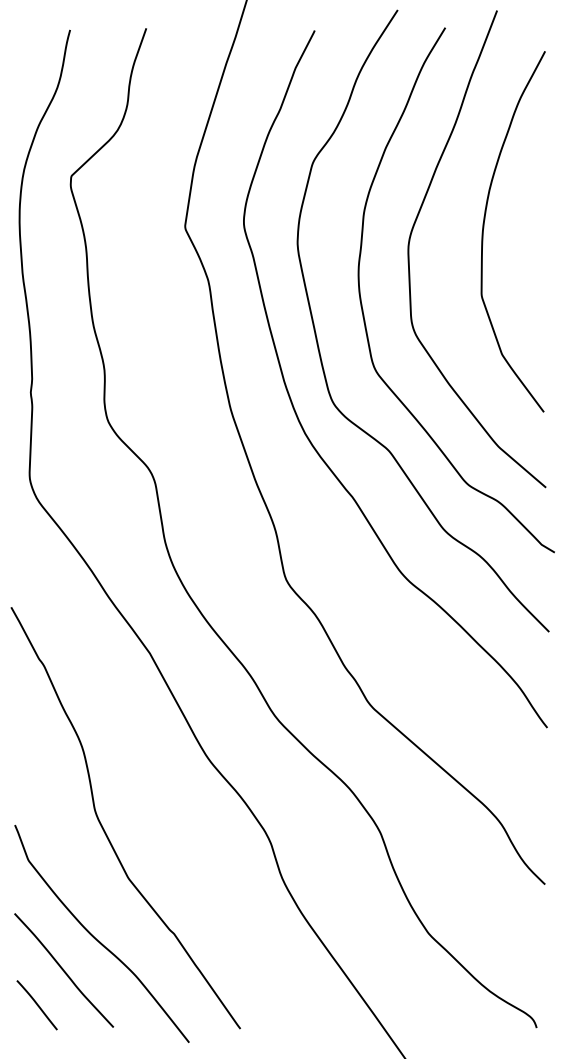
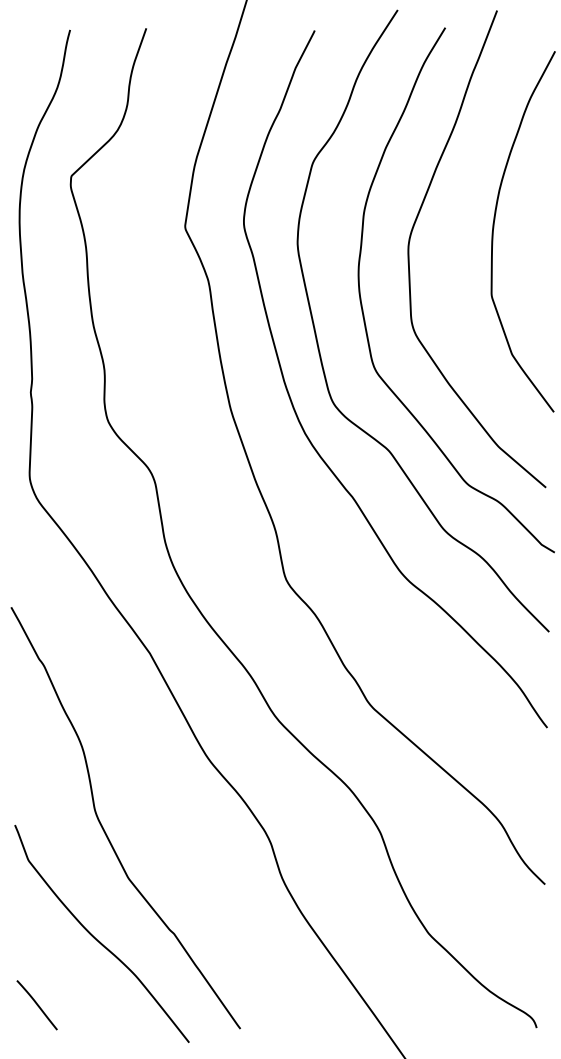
curve at (484, 228) position: (484, 228) -> (494, 228)
curve at (64, 970): present -> none
